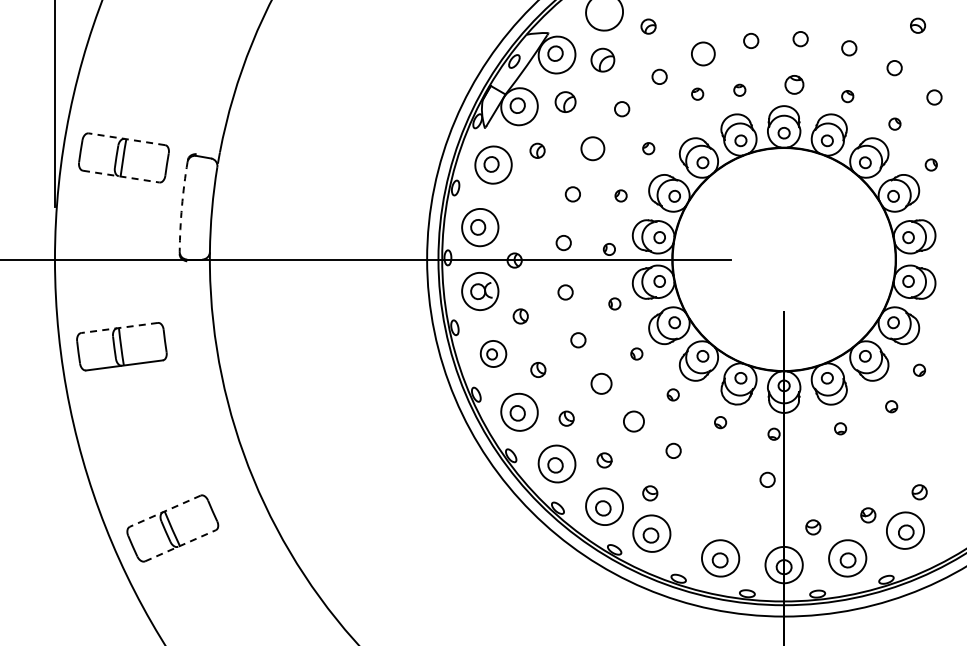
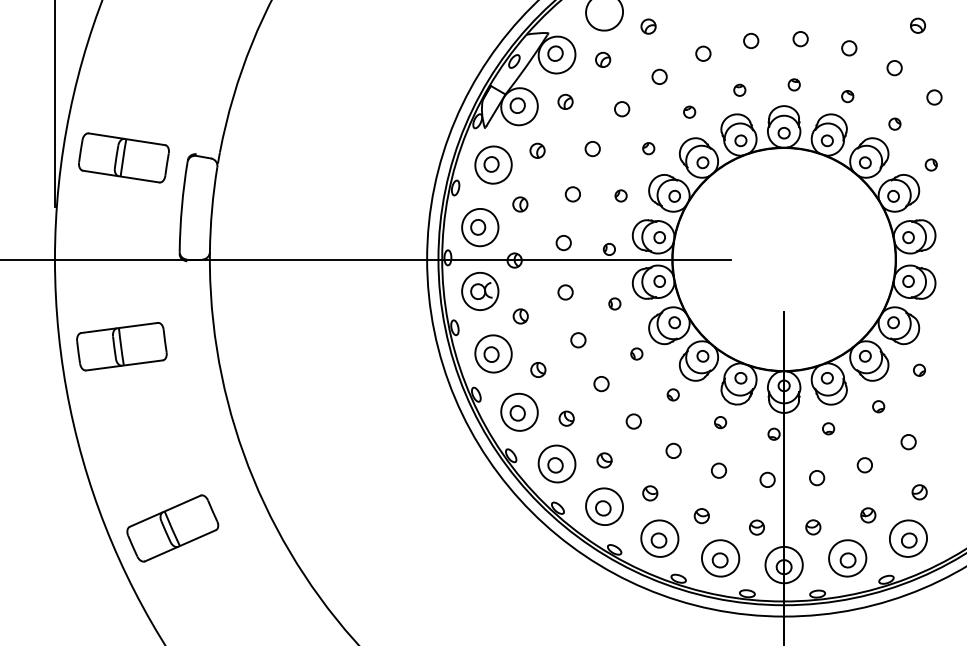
circle at (703, 53) size: 25x26 px -> 17x17 px
part at (602, 59) size: 26x26 px -> 17x17 px
part at (794, 84) size: 21x20 px -> 14x14 px
part at (697, 93) position: (697, 93) -> (689, 111)
part at (565, 101) size: 23x22 px -> 17x17 px
line at (126, 139): dashed -> solid
circle at (592, 148) size: 26x26 px -> 17x17 px
line at (121, 176): dashed -> solid
part at (520, 204): none -> present
arc at (181, 206): dashed -> solid
line at (119, 327): dashed -> solid
part at (493, 353) size: 29x28 px -> 39x40 px
circle at (601, 383) size: 23x23 px -> 17x17 px
part at (891, 406) position: (891, 406) -> (878, 406)
circle at (633, 421) size: 22x23 px -> 17x17 px
part at (840, 428) position: (840, 428) -> (828, 428)
circle at (908, 442): none -> present
circle at (864, 465): none -> present
circle at (718, 470): none -> present
circle at (817, 478): none -> present
line at (165, 511): dashed -> solid
part at (701, 516): none -> present
part at (756, 527): none -> present
part at (905, 530) position: (905, 530) -> (908, 538)
part at (651, 533) position: (651, 533) -> (659, 538)
line at (180, 545): dashed -> solid
